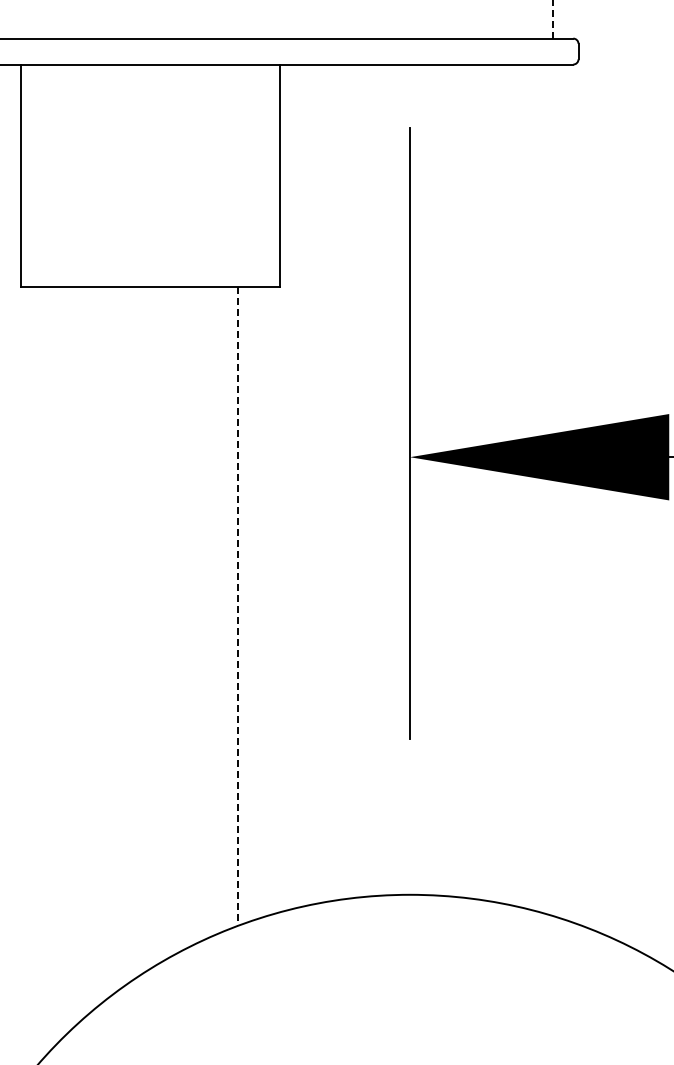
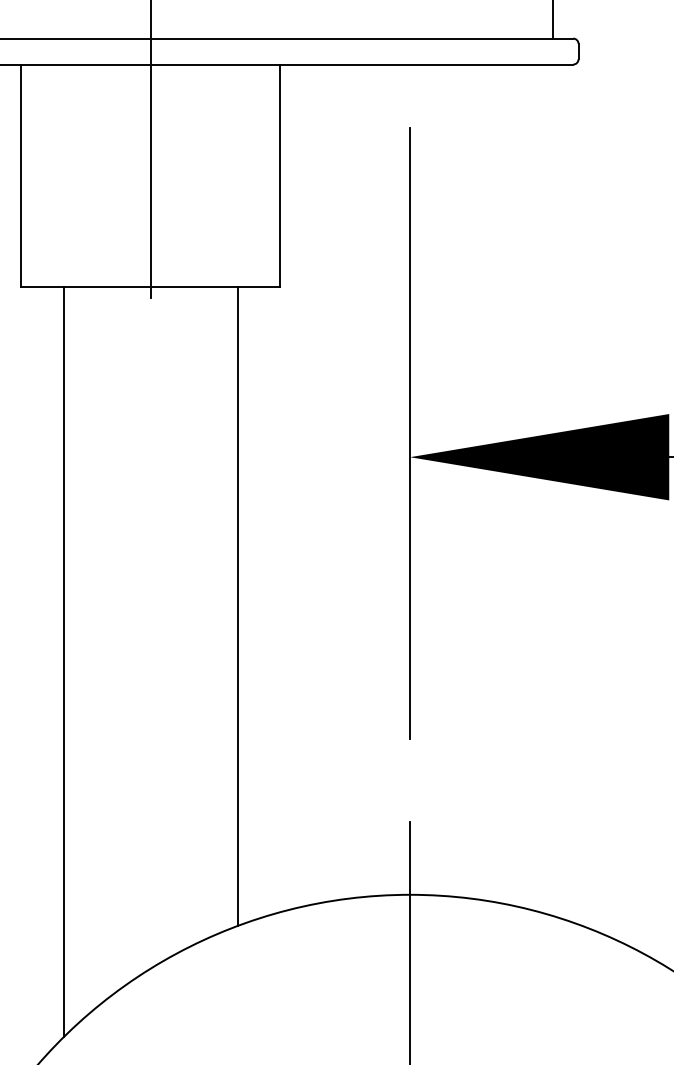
line at (552, 19): dashed -> solid
line at (150, 149): none -> present
line at (238, 607): dashed -> solid
line at (63, 662): none -> present
line at (410, 941): none -> present
